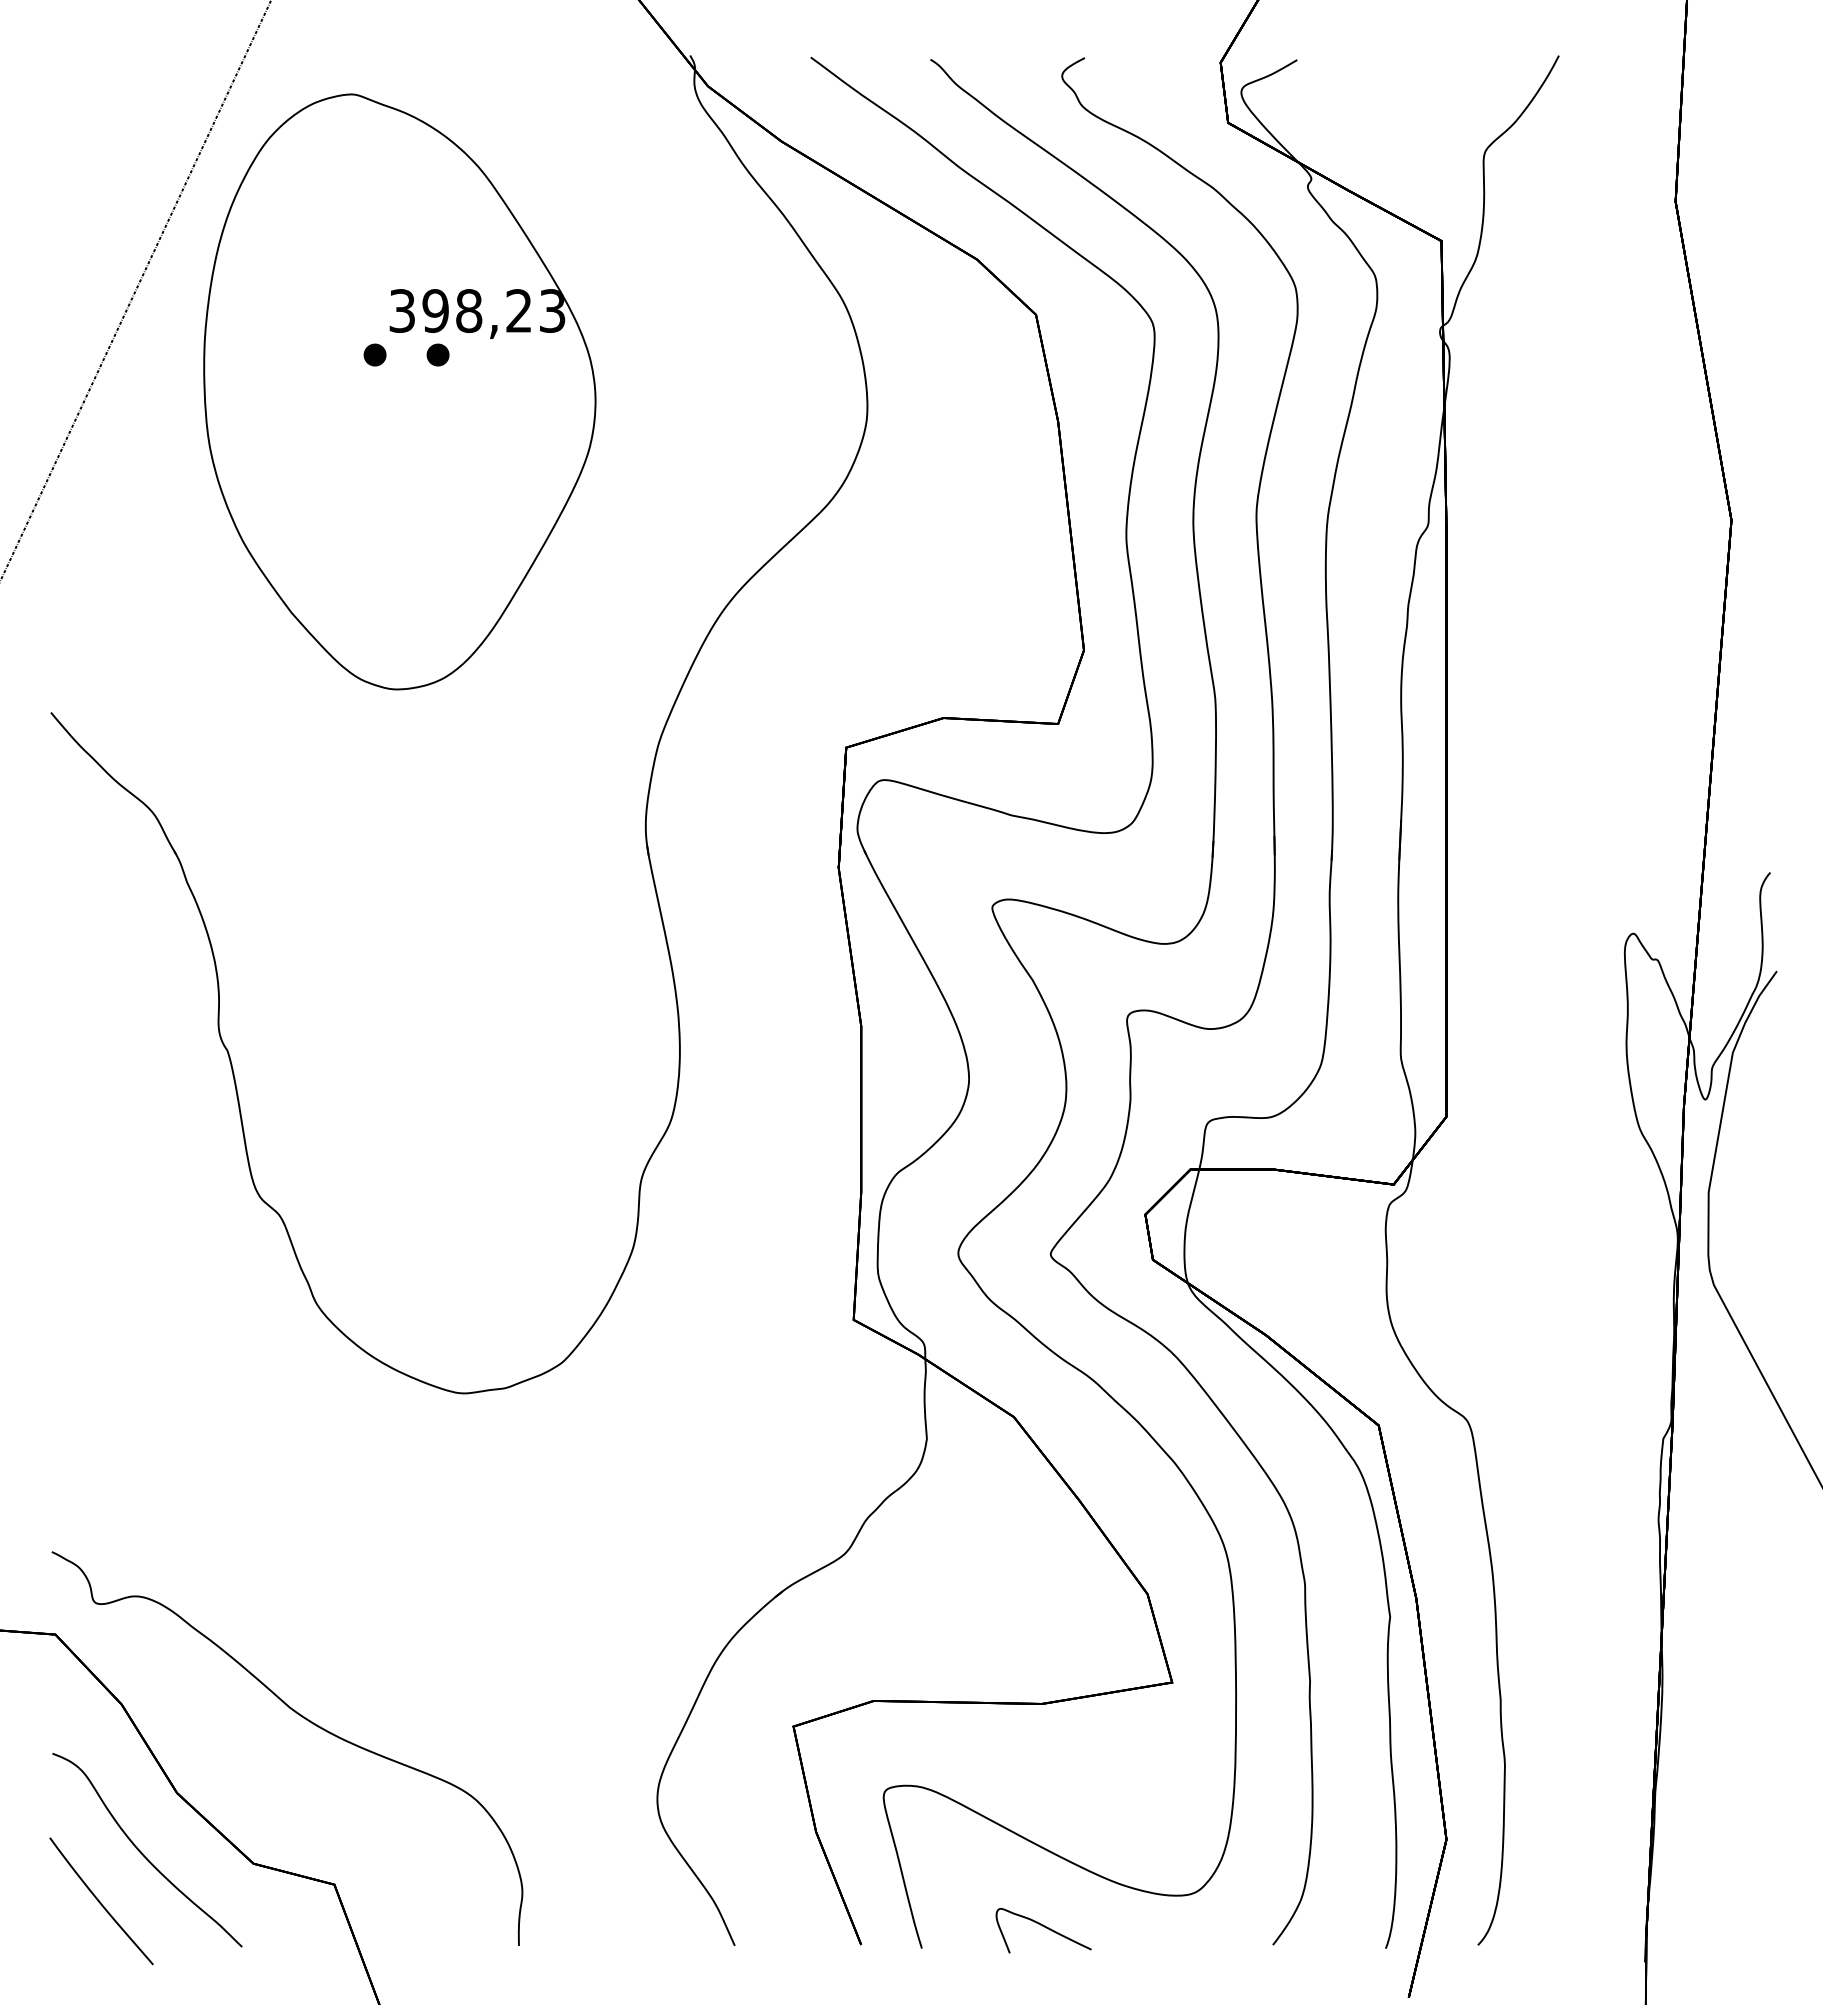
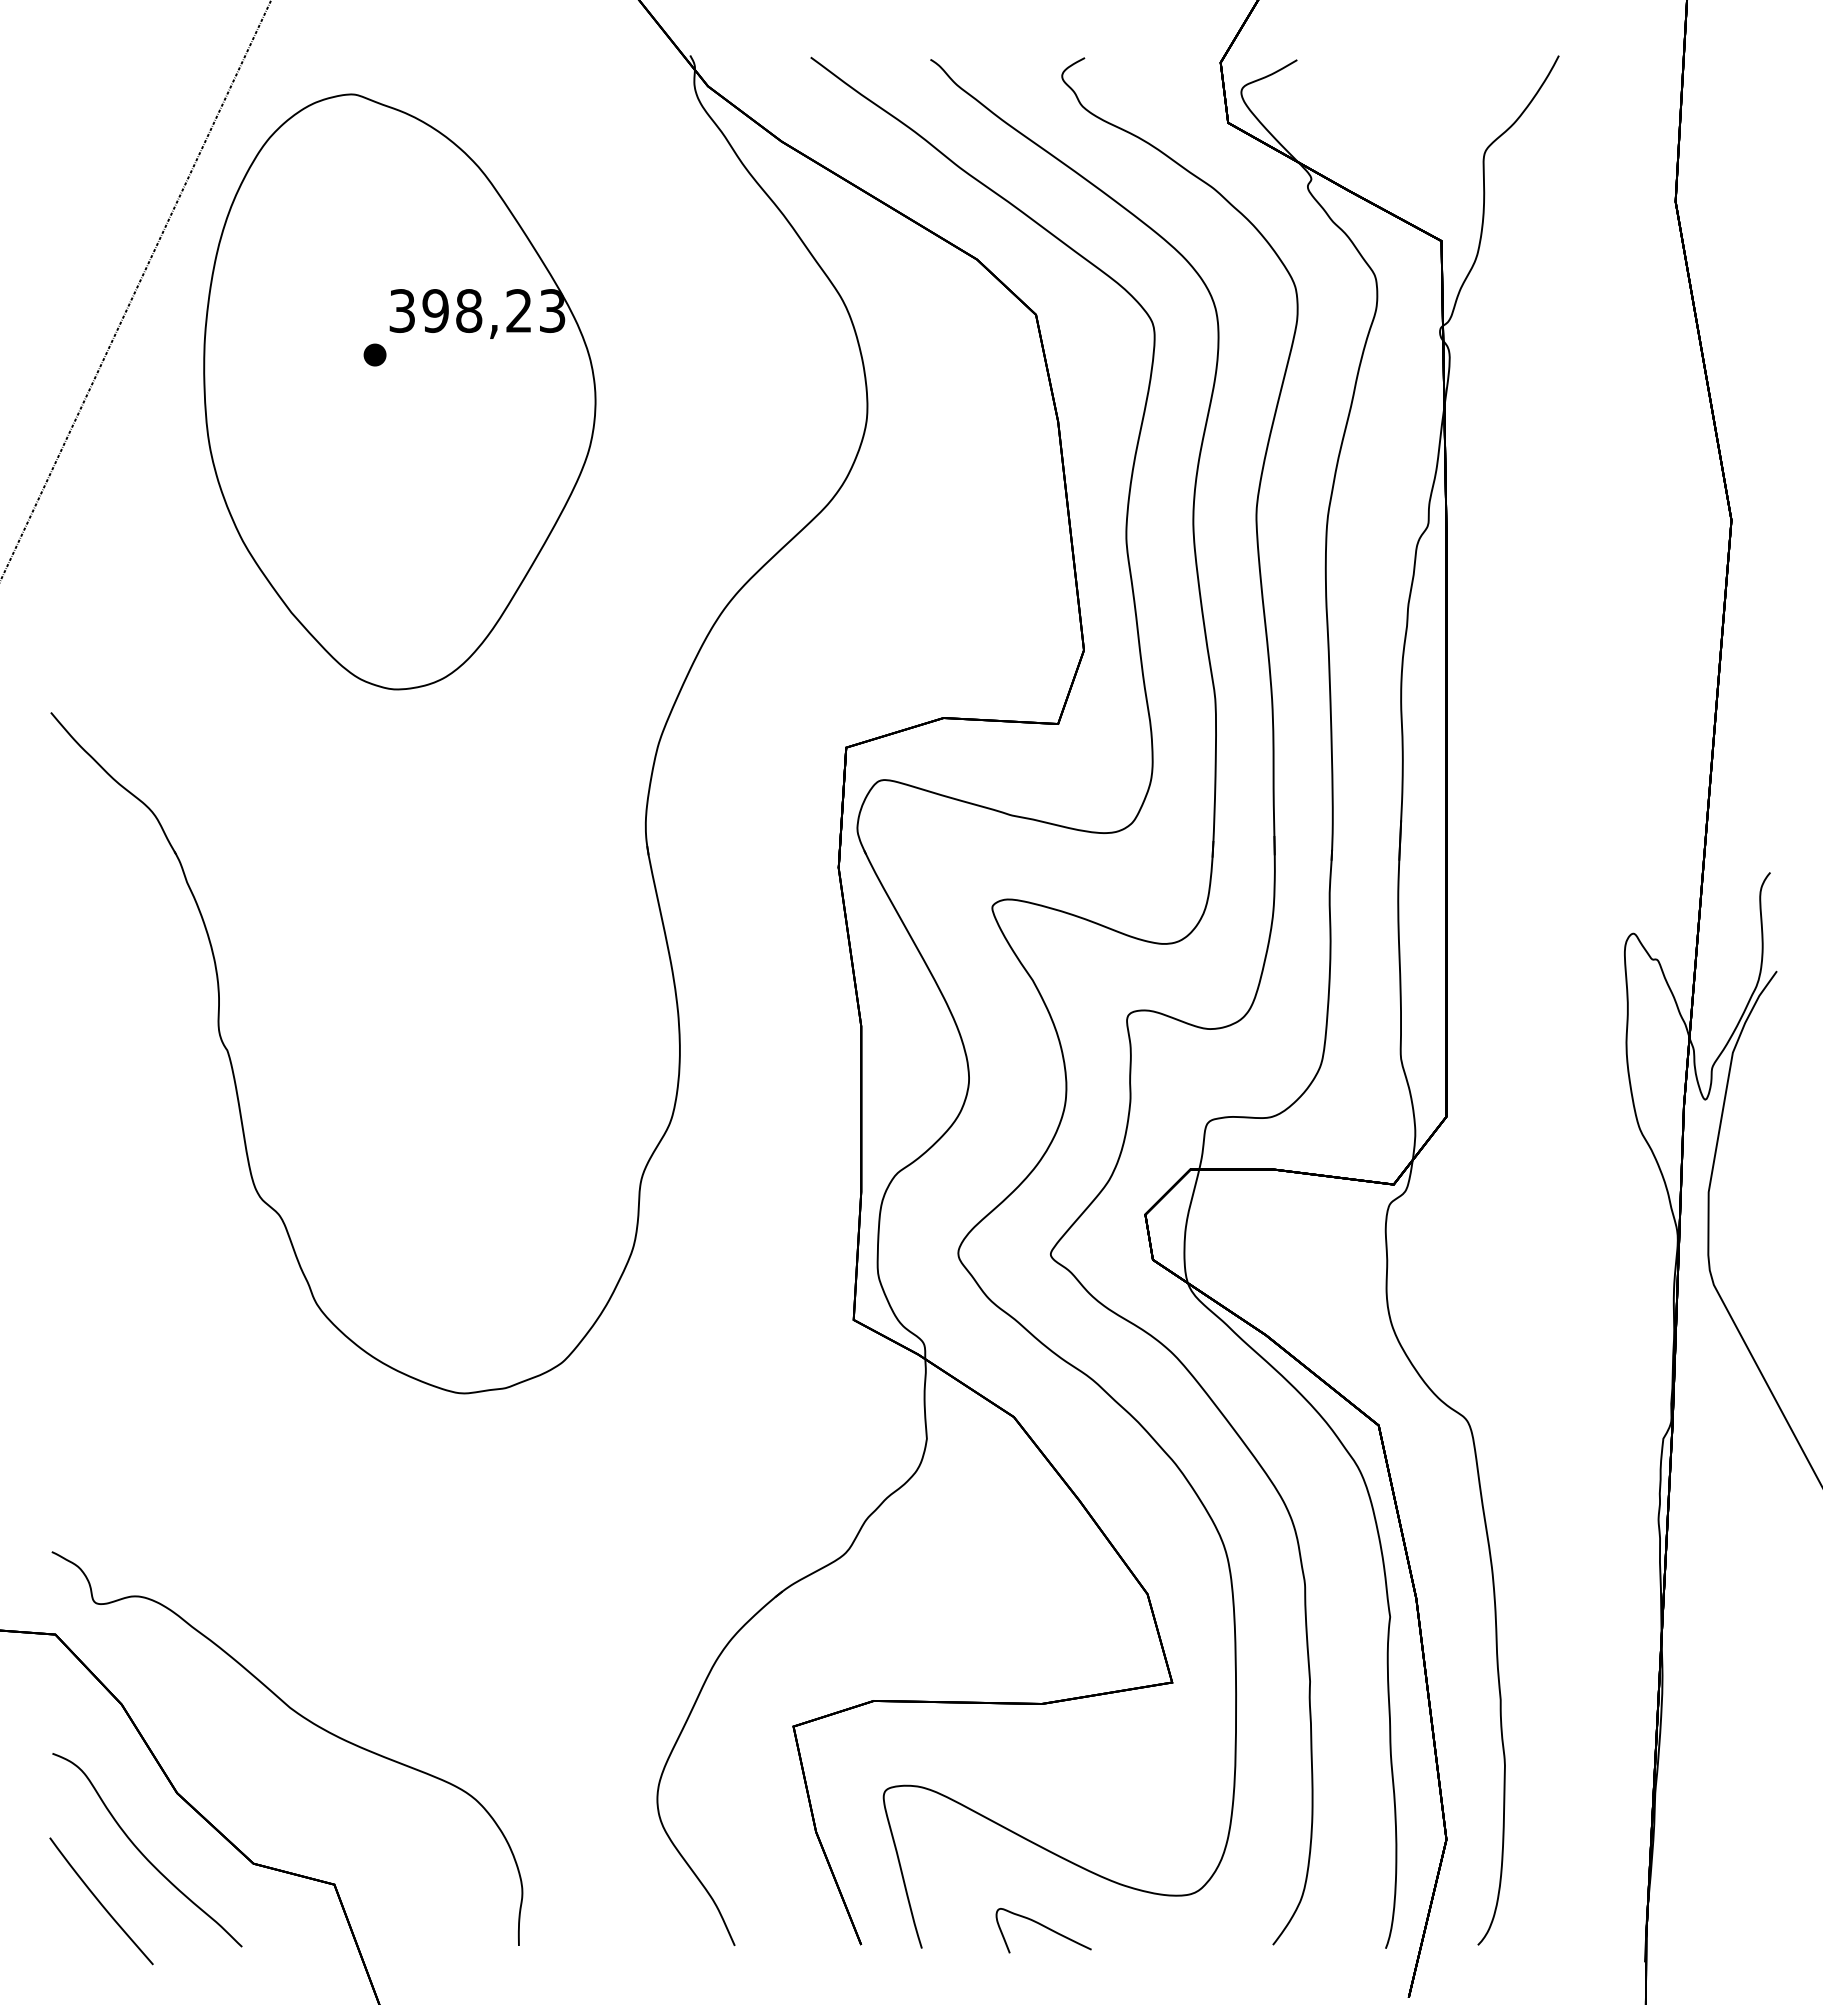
part at (437, 354): present -> none
